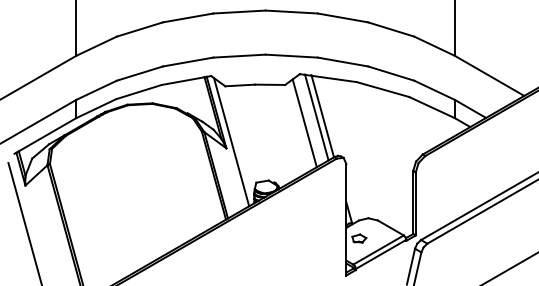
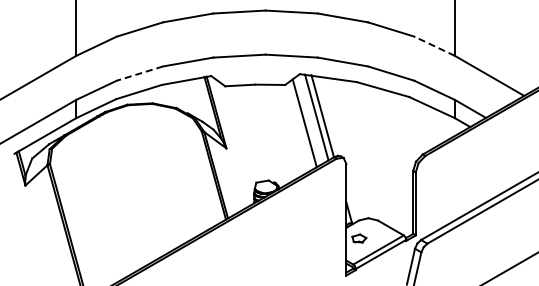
line at (434, 46): solid -> dashed
line at (139, 73): solid -> dashed
line at (231, 142): present -> none
line at (24, 222): present -> none
